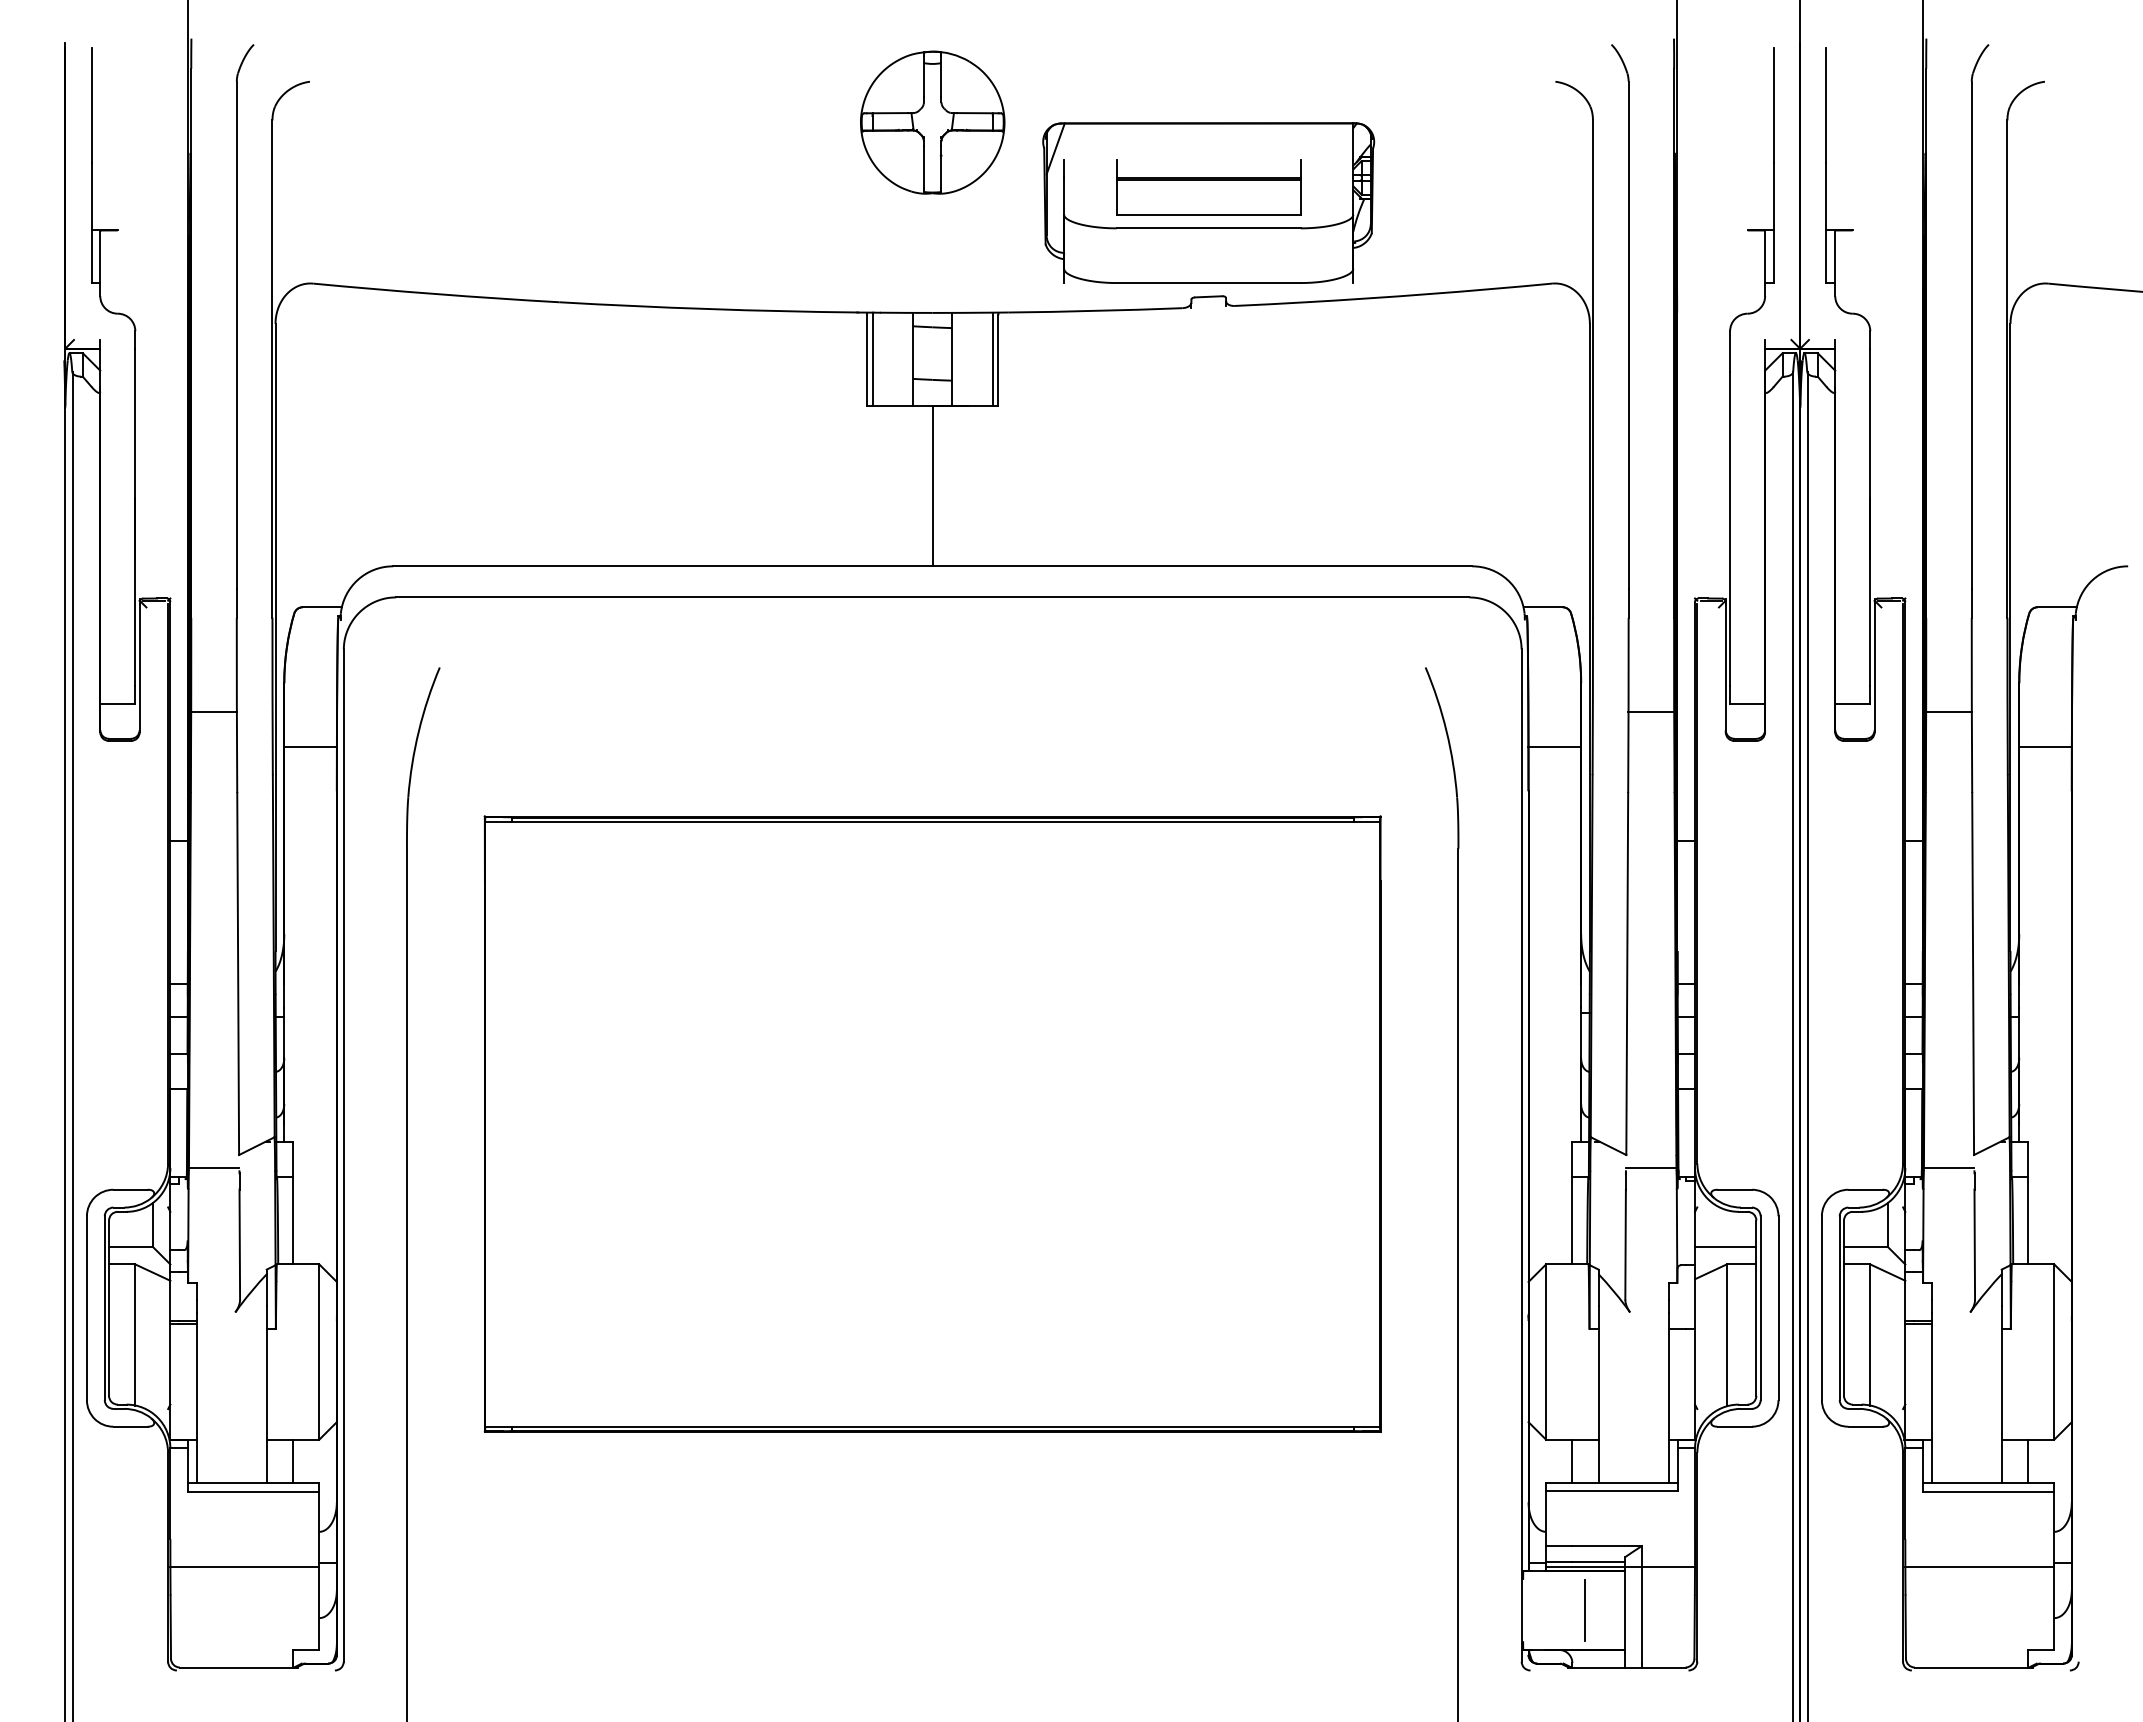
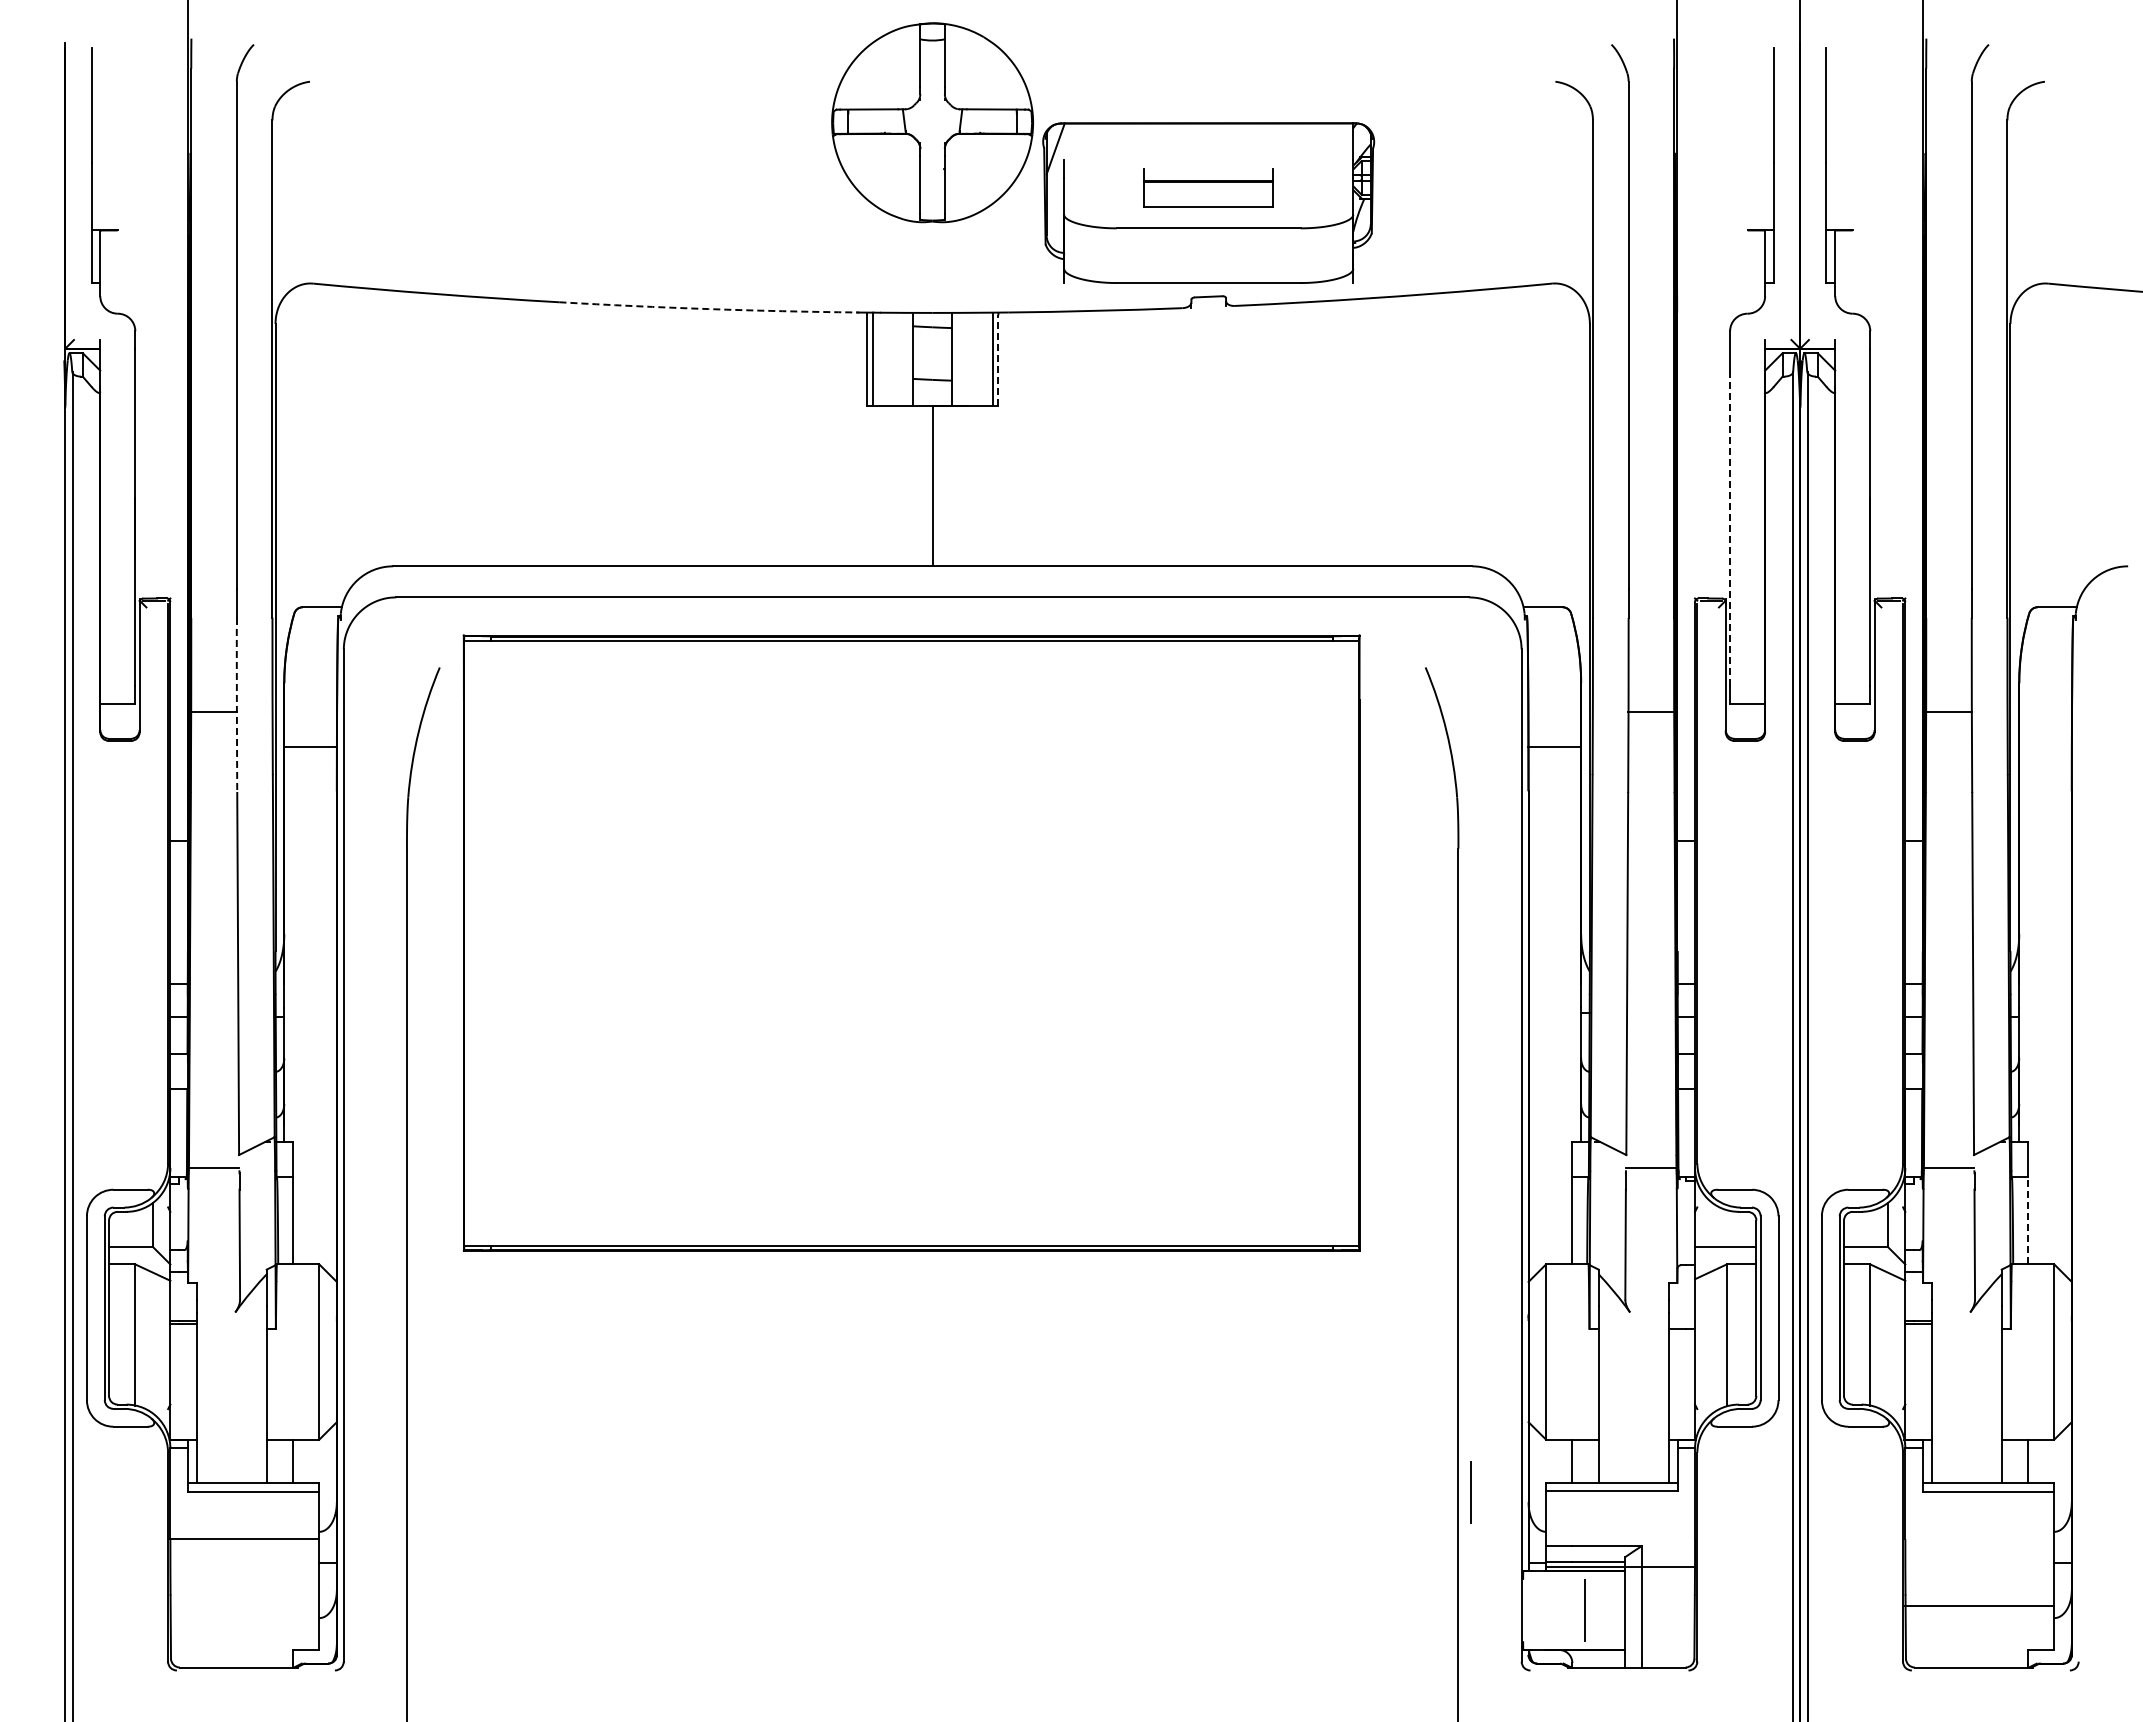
part at (932, 122) size: 146x145 px -> 203x202 px
part at (1208, 187) size: 186x57 px -> 131x40 px
arc at (708, 309): solid -> dashed
line at (998, 360): solid -> dashed
line at (1730, 528): solid -> dashed
arc at (236, 705): solid -> dashed
line at (2045, 747): present -> none
part at (932, 1123) position: (932, 1123) -> (911, 942)
line at (2028, 1220): solid -> dashed
line at (1470, 1492): none -> present
line at (244, 1566) position: (244, 1566) -> (244, 1538)
line at (1979, 1566) position: (1979, 1566) -> (1979, 1605)
